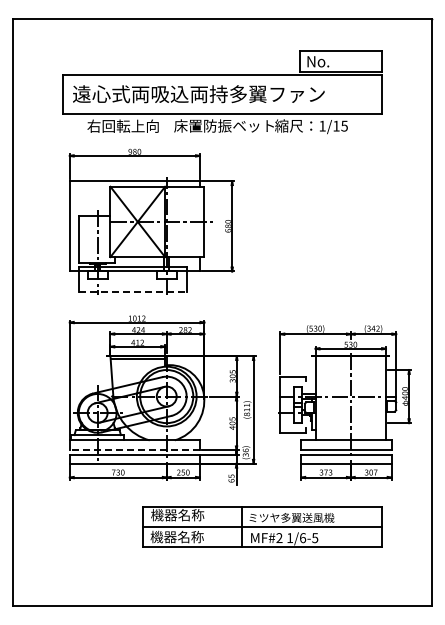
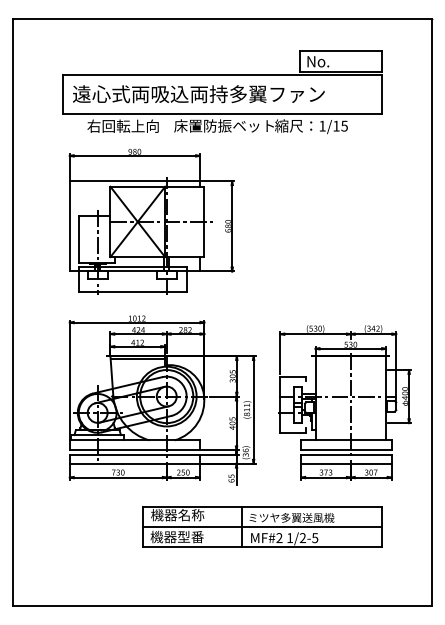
line at (132, 292): dashed -> solid
line at (134, 450): dashed -> solid
text at (190, 536): 機器名称 -> 機器型番
text at (302, 538): 1/6-5 -> 1/2-5
